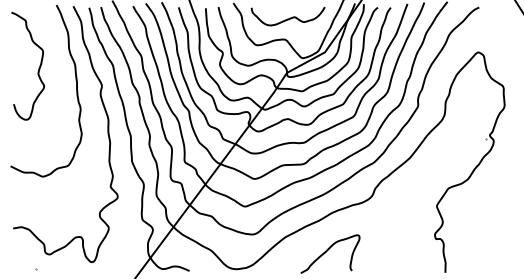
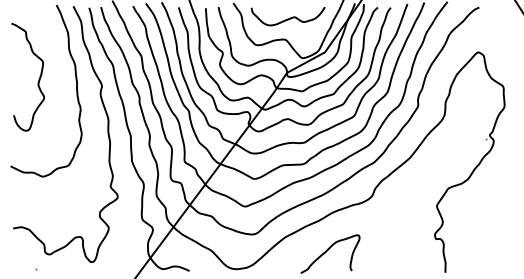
curve at (38, 68) position: (38, 68) -> (38, 79)
